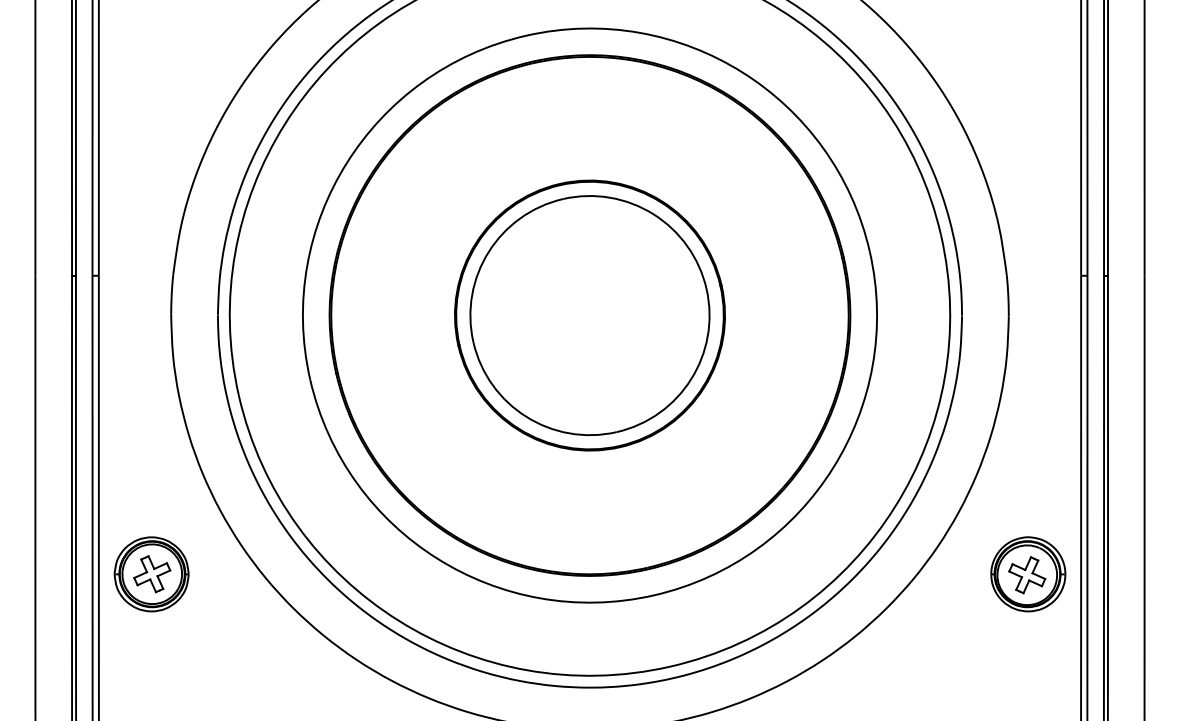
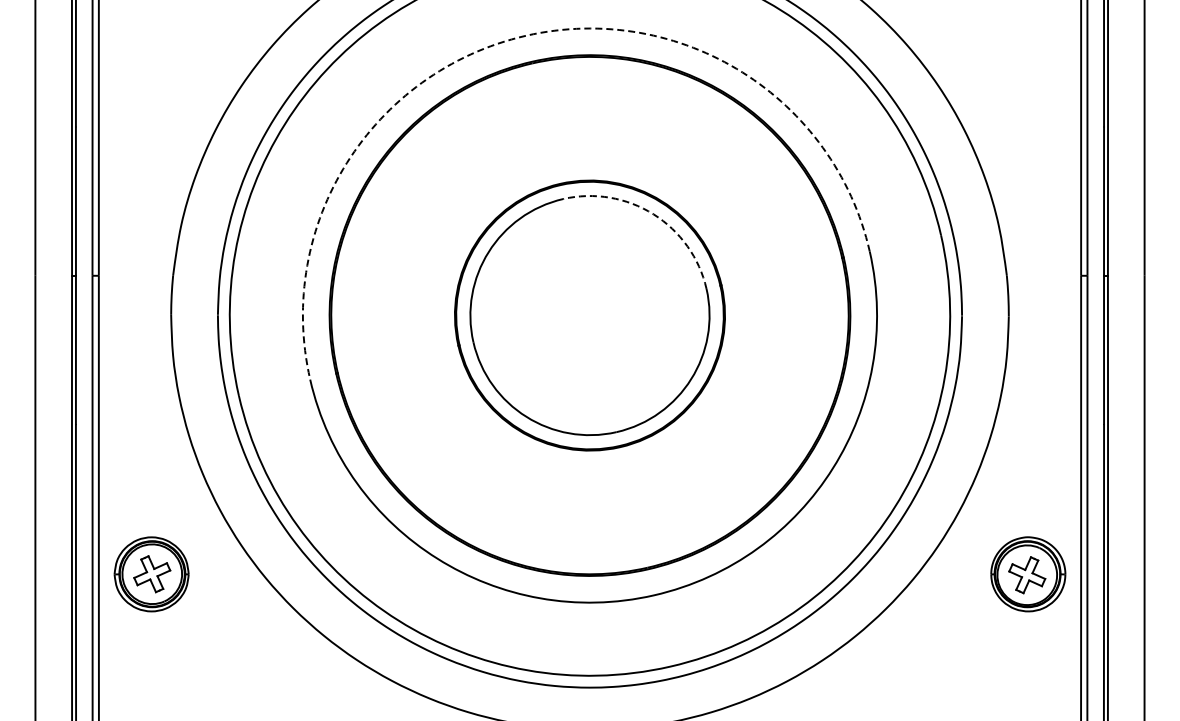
arc at (525, 35): solid -> dashed
arc at (653, 214): solid -> dashed
